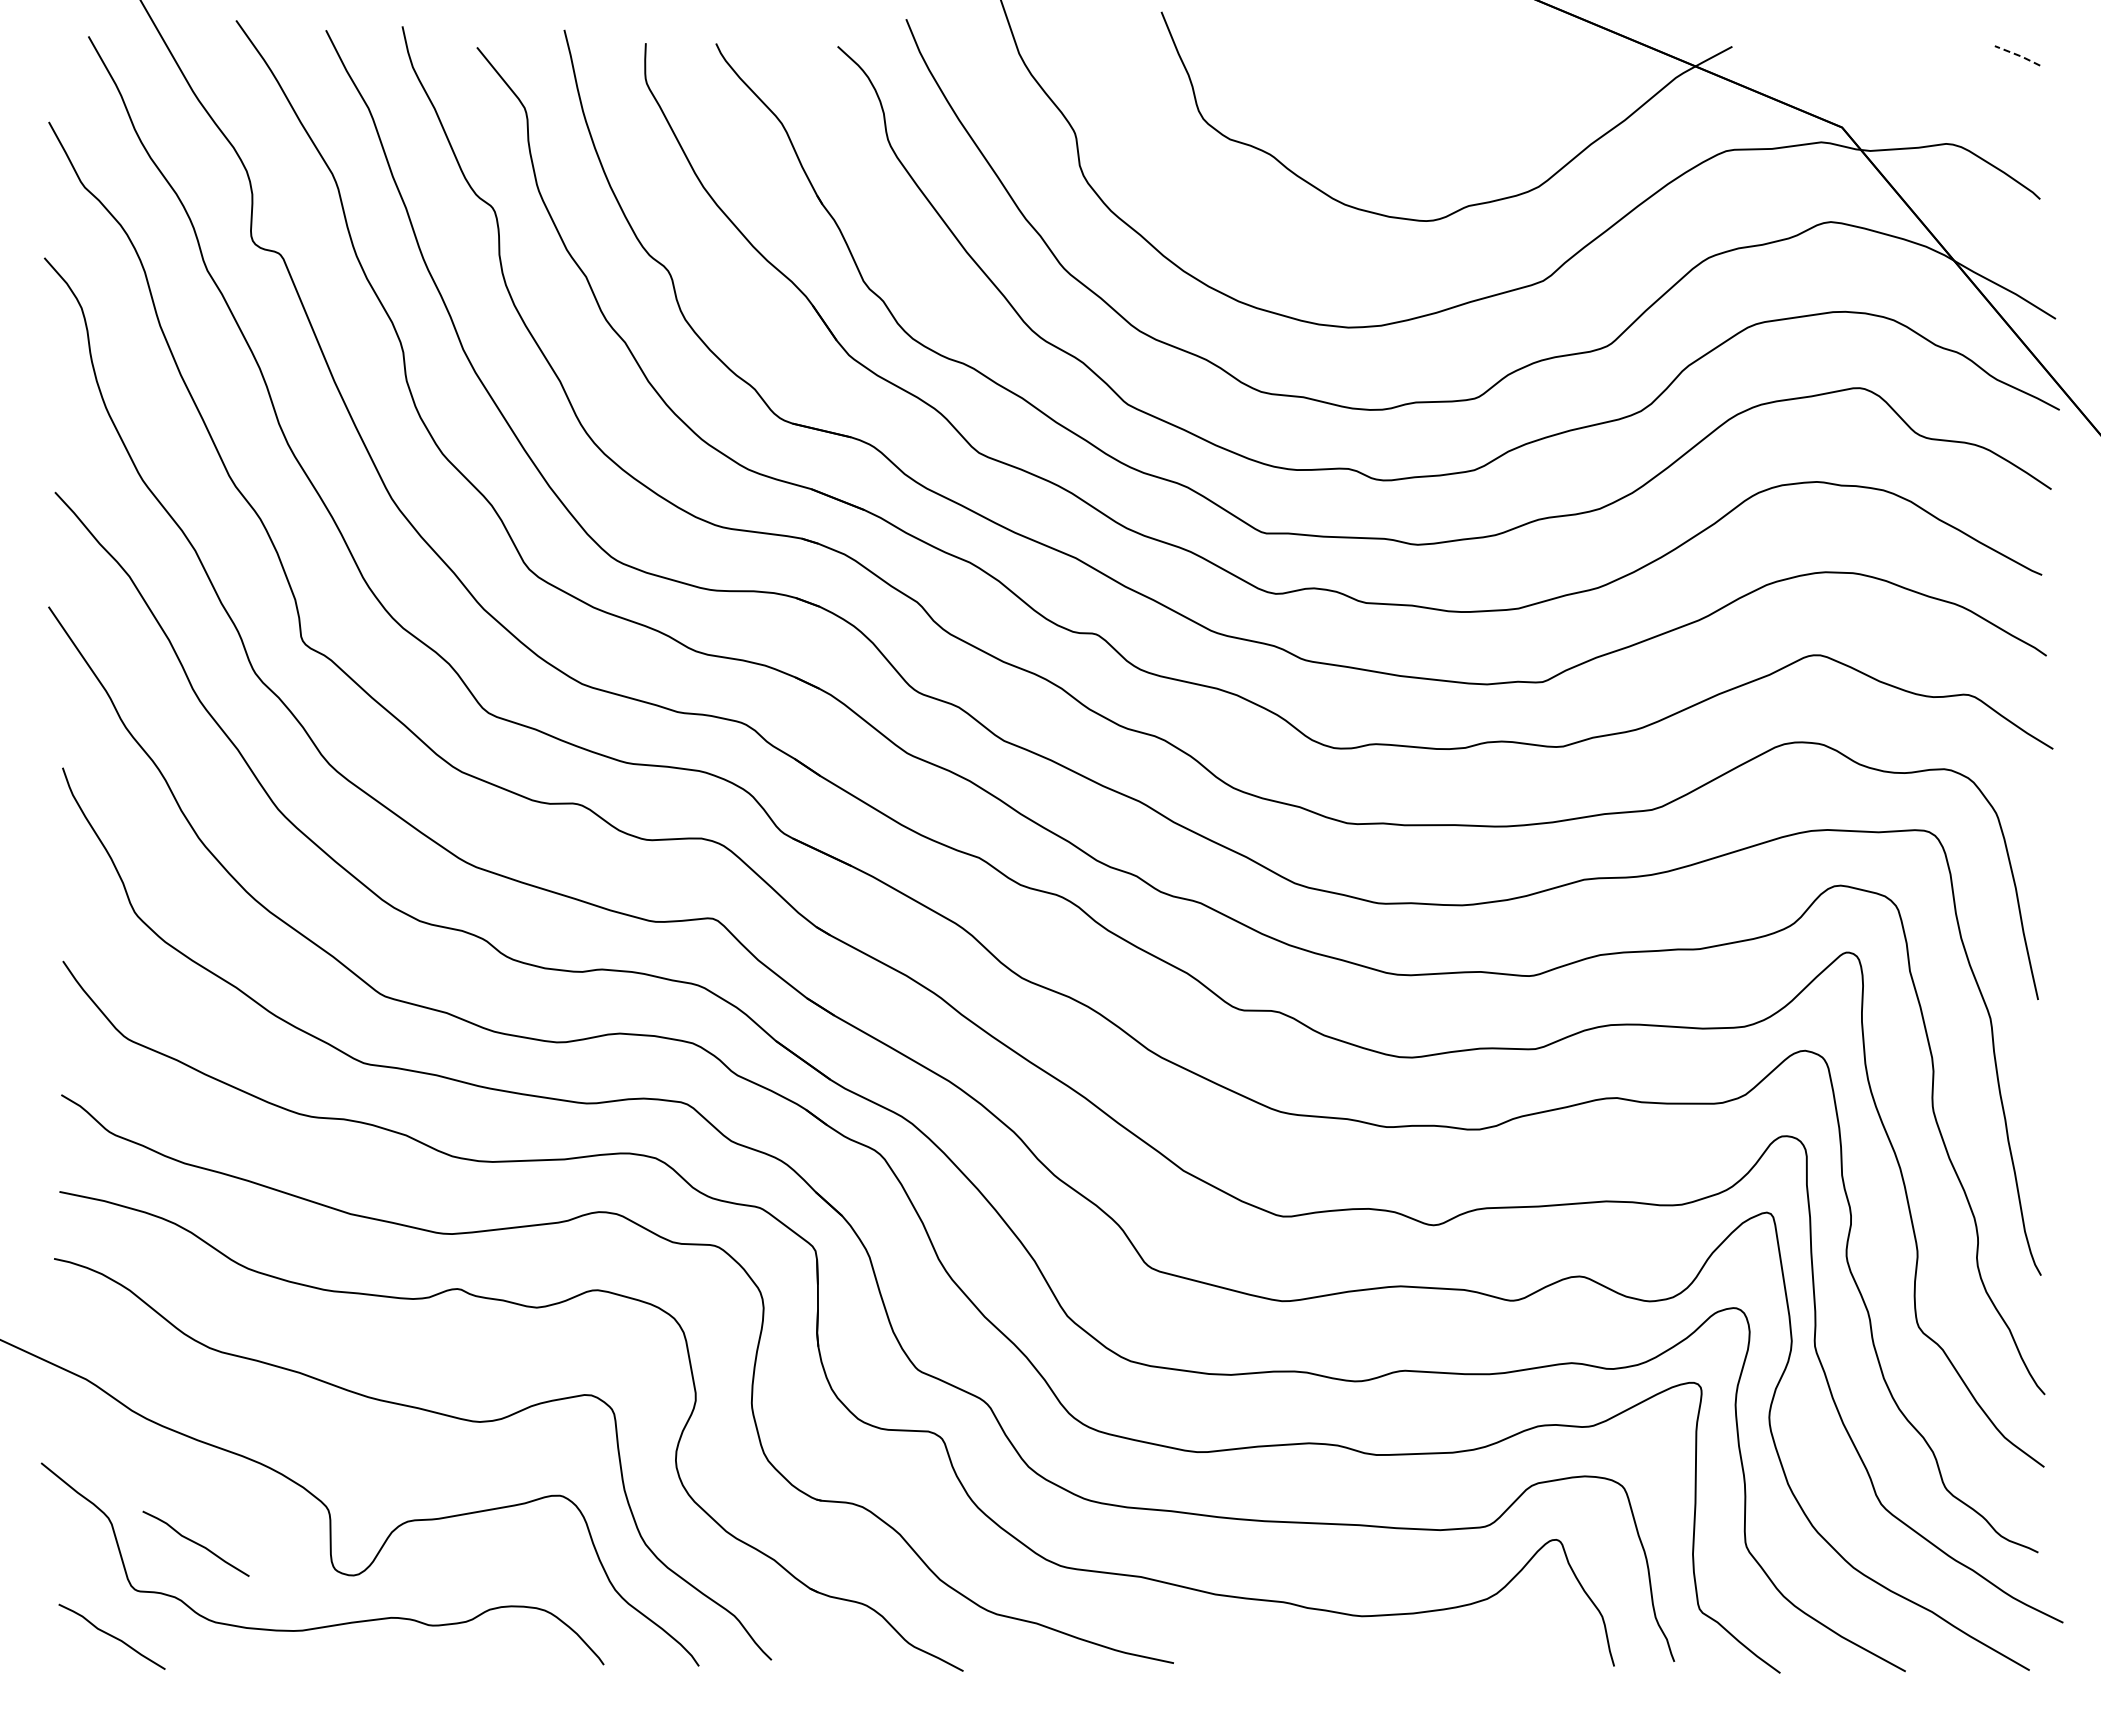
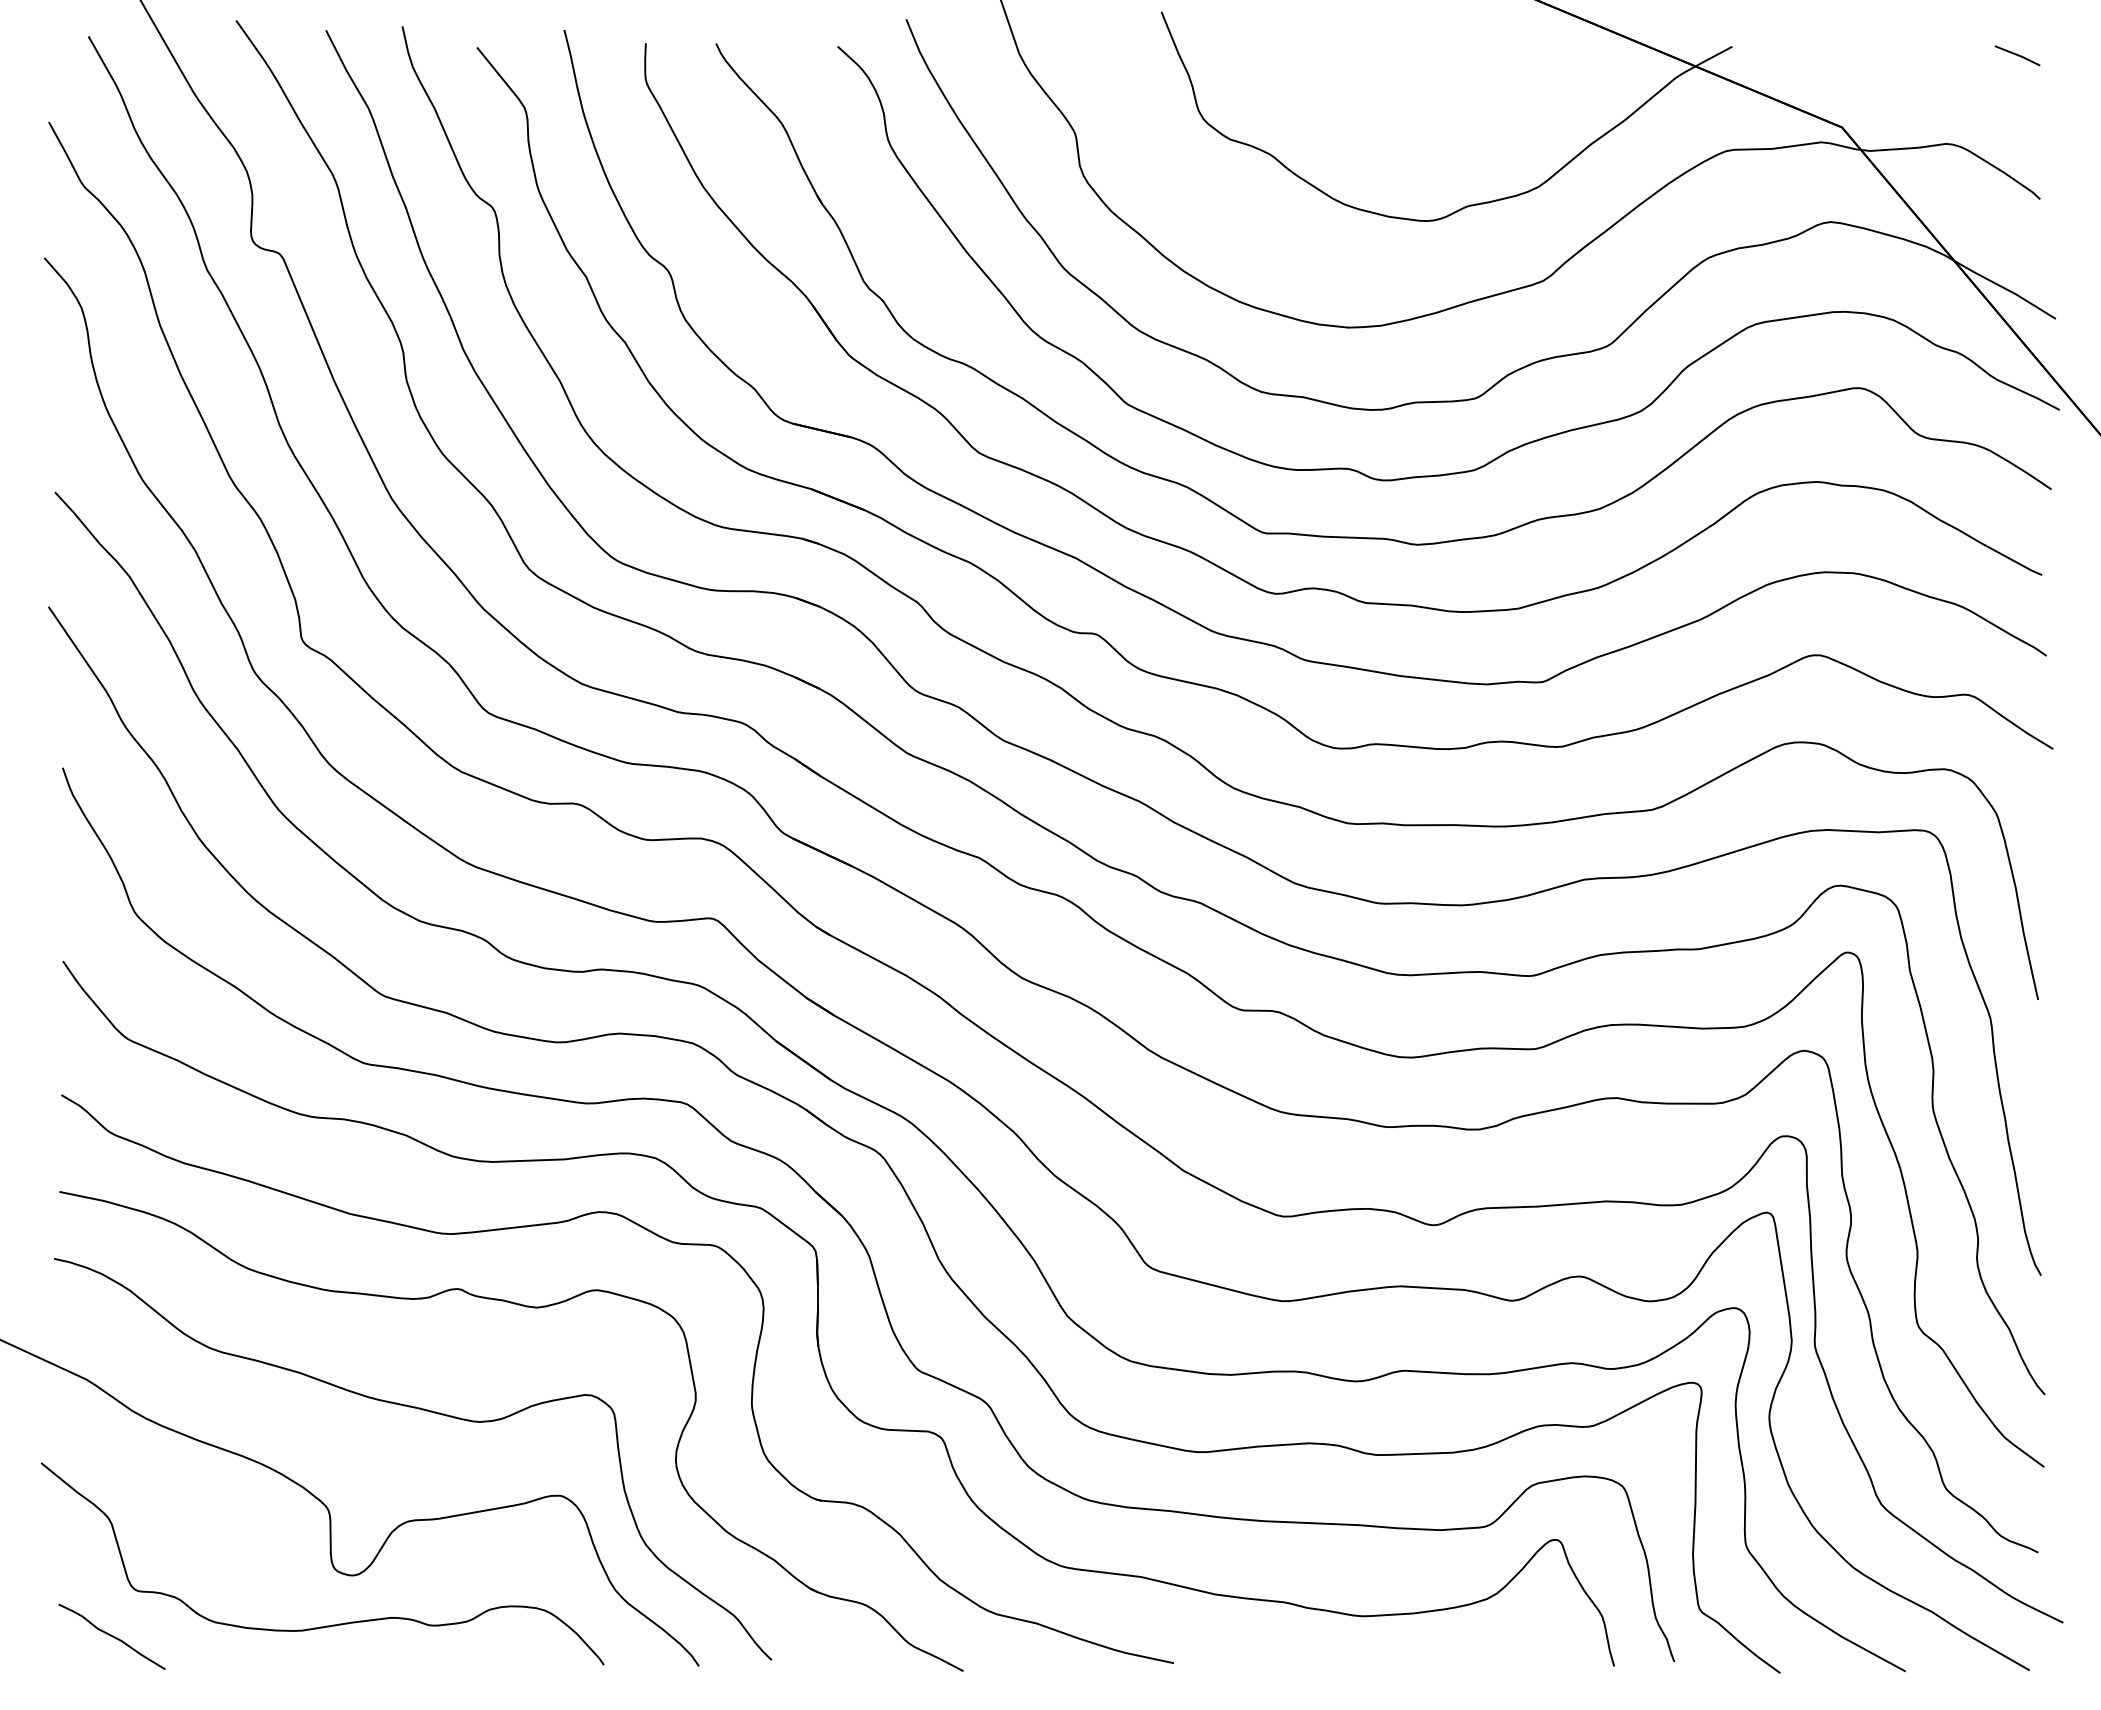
line at (2018, 55): dashed -> solid
curve at (195, 1543): present -> none
